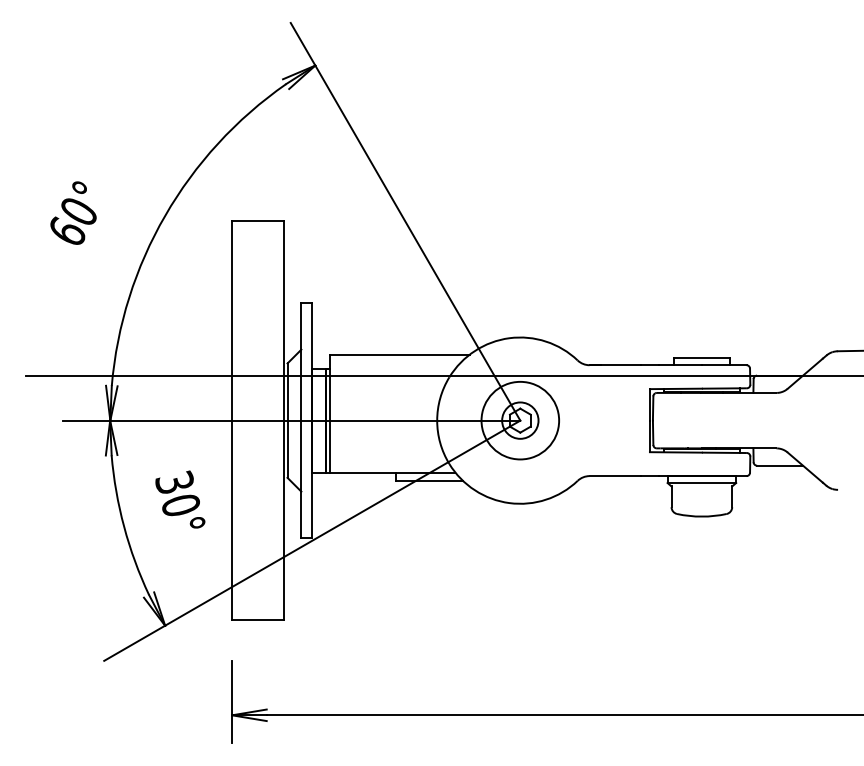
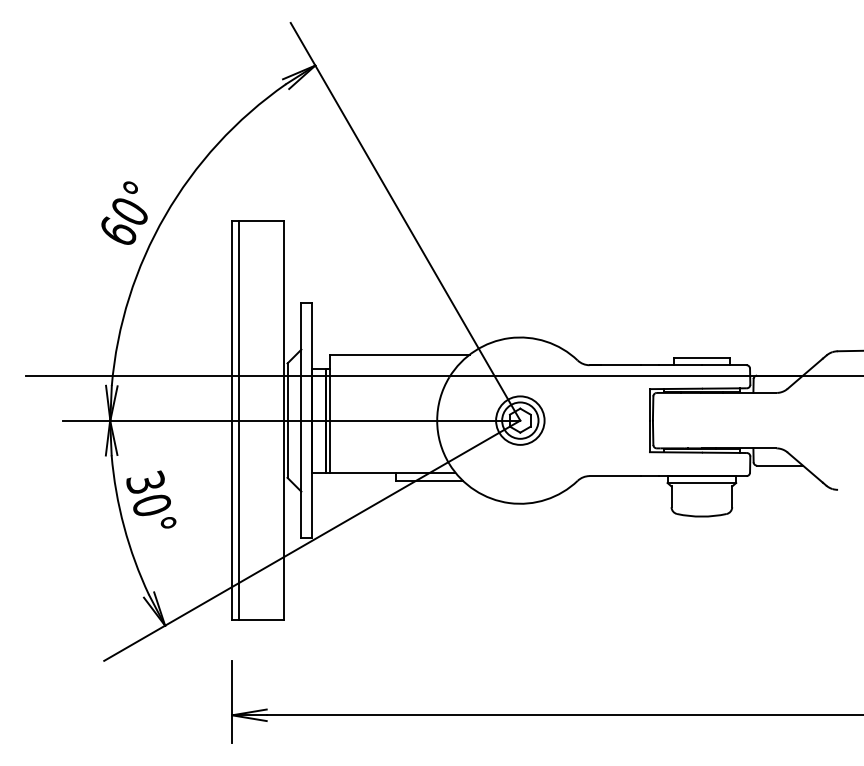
text at (73, 212) position: (73, 212) -> (124, 212)
line at (239, 420): none -> present
circle at (520, 420) diameter: 78 px -> 49 px
text at (180, 499) position: (180, 499) -> (151, 499)
